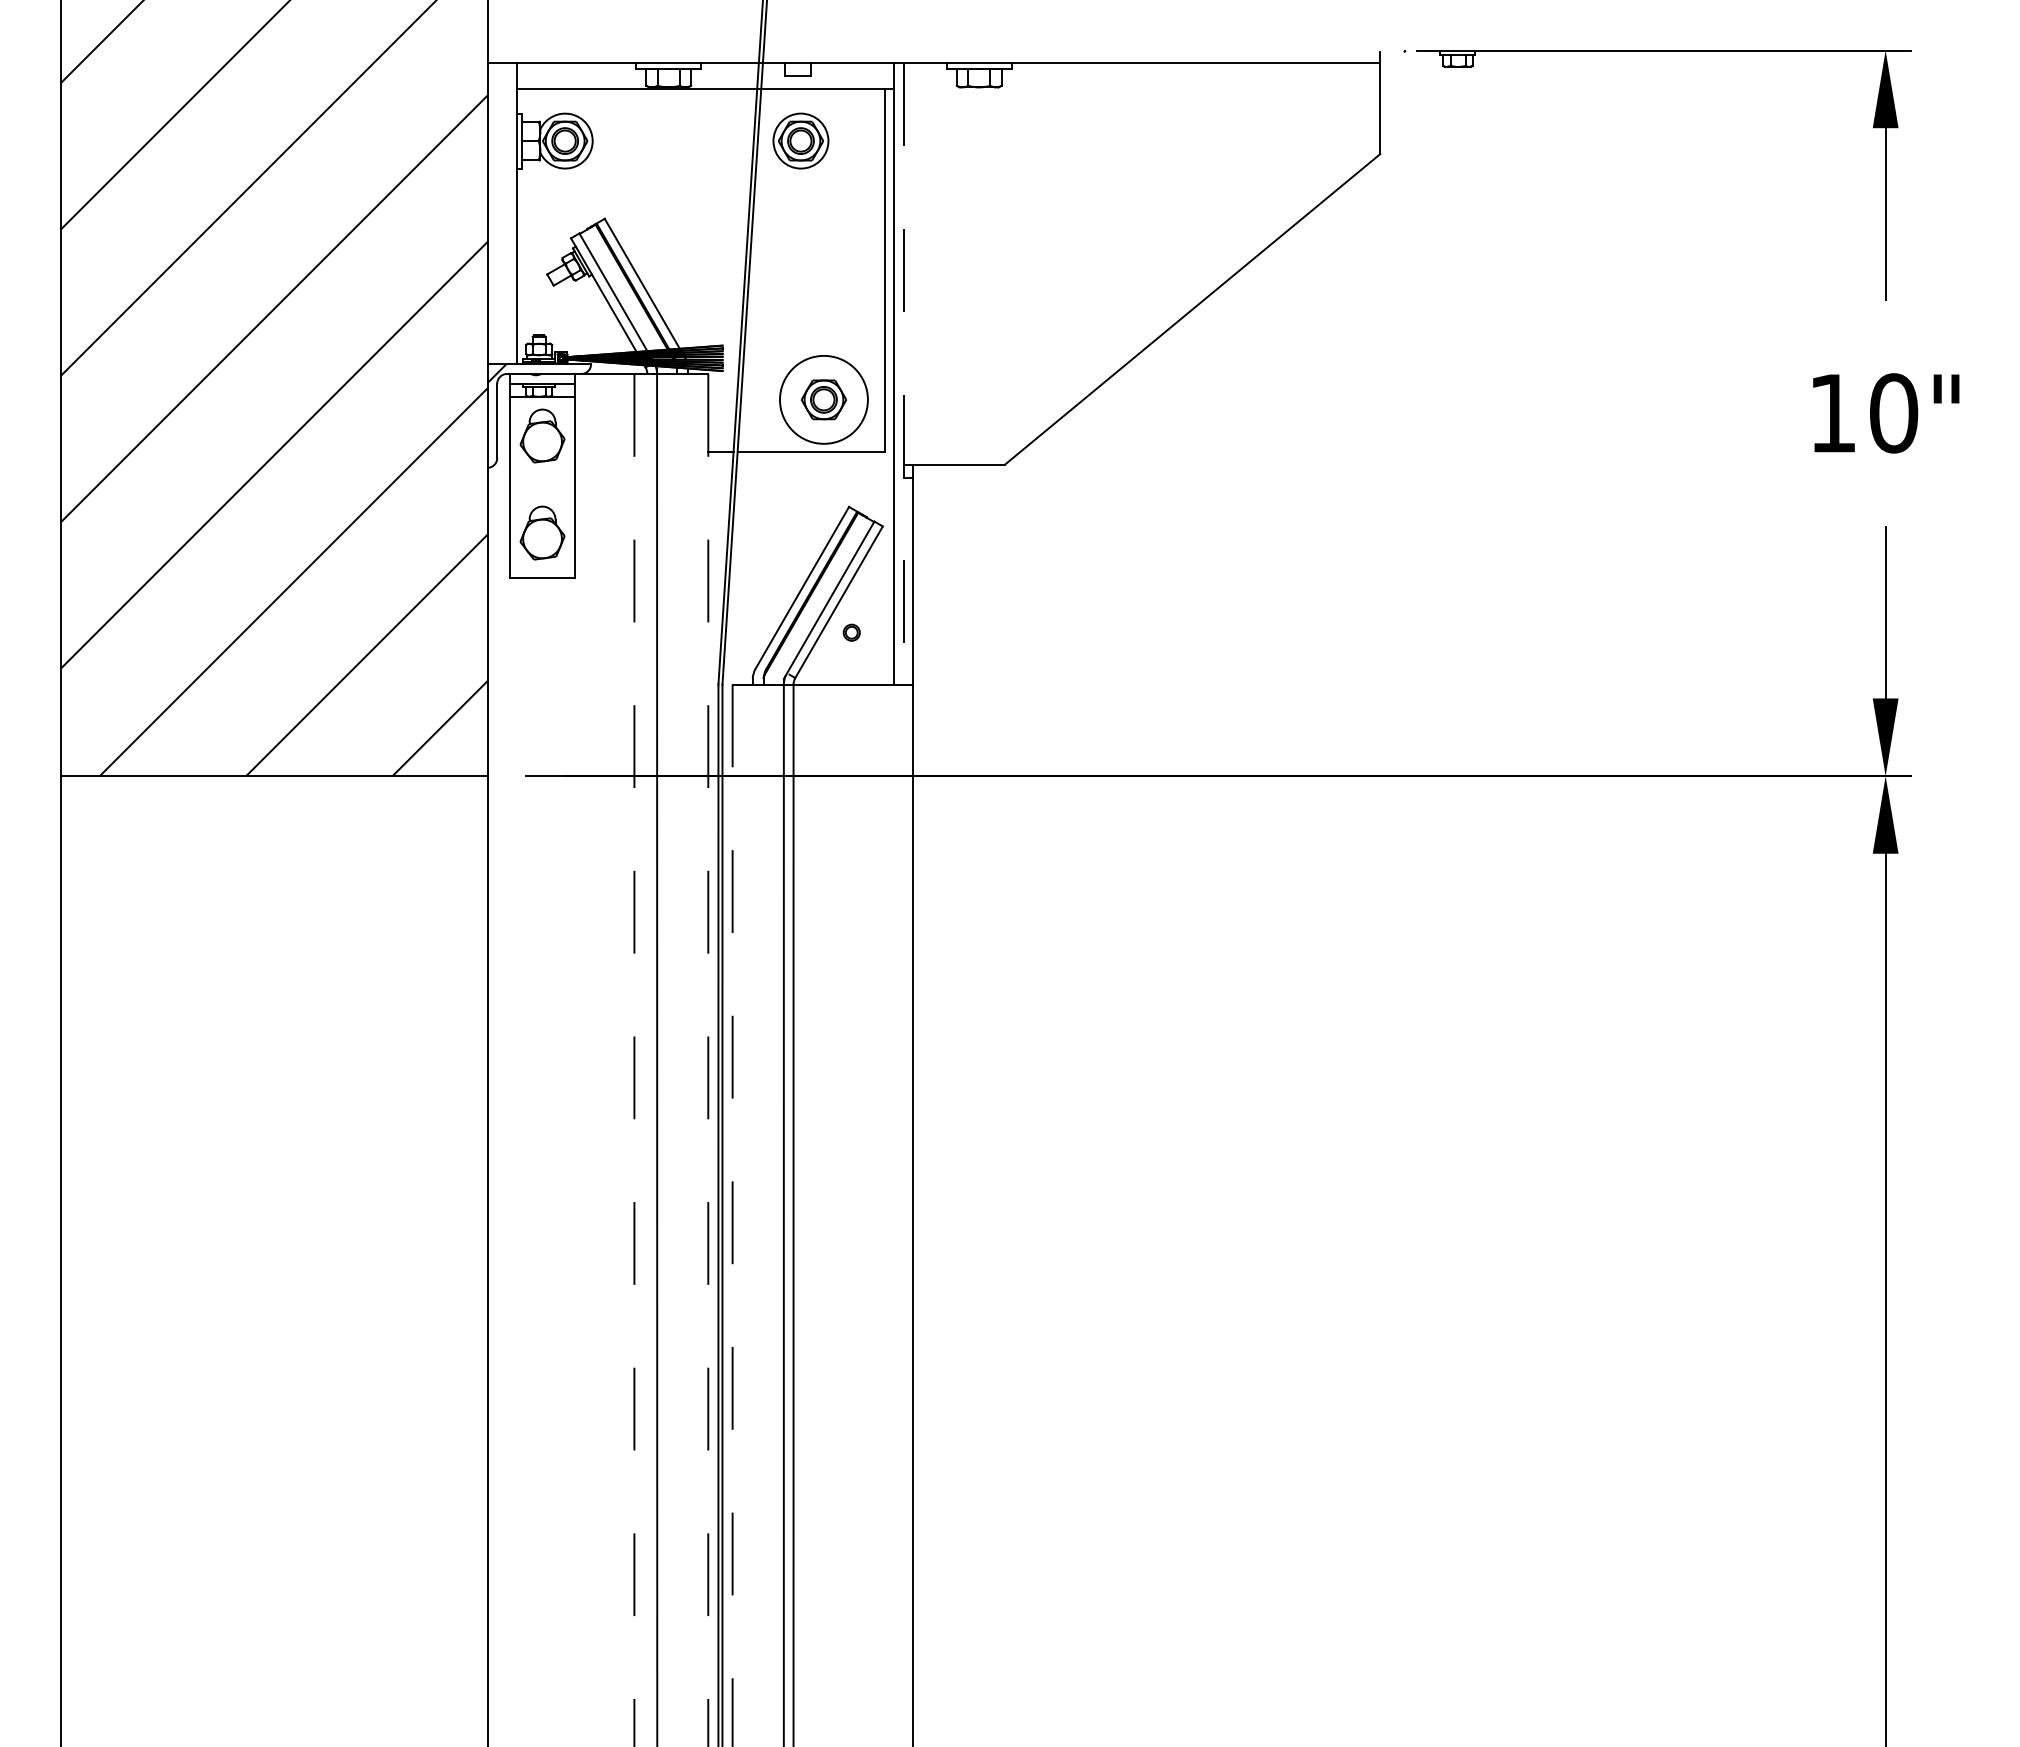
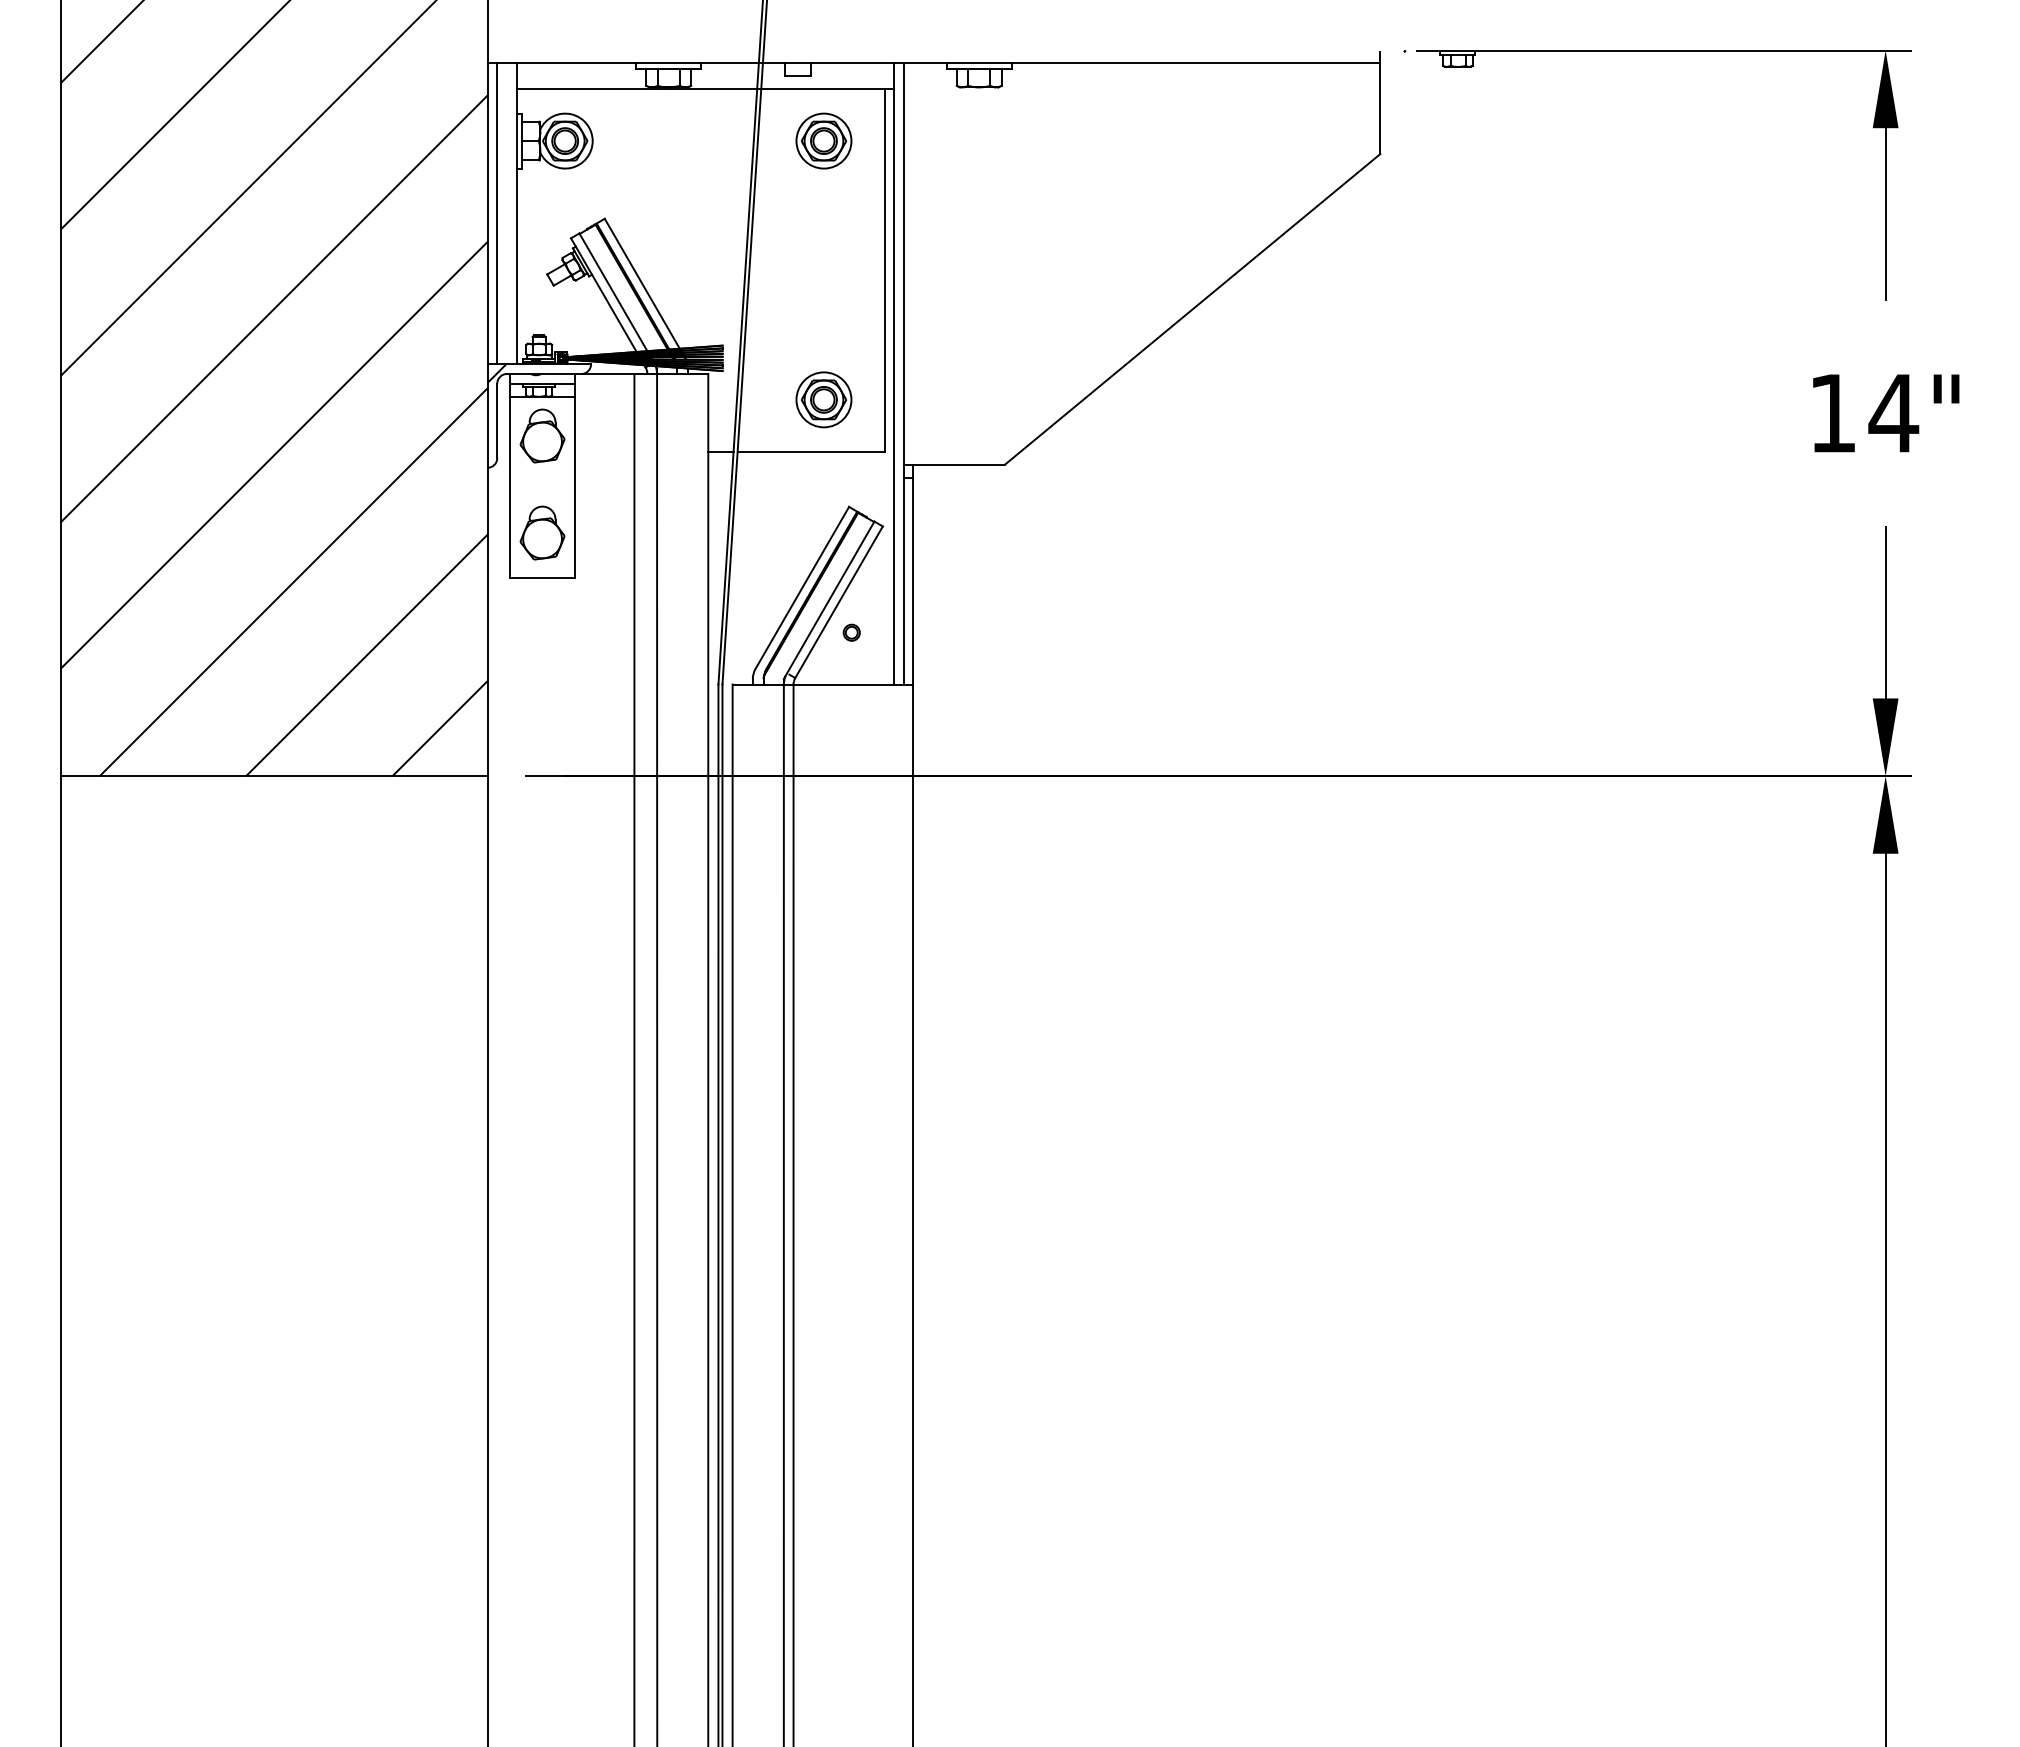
part at (800, 140) position: (800, 140) -> (823, 140)
line at (497, 213): none -> present
line at (903, 374): dashed -> solid
circle at (823, 399) diameter: 88 px -> 55 px
text at (1893, 413): 10" -> 14"
line at (634, 1060): dashed -> solid
line at (708, 1060): dashed -> solid
line at (732, 1215): dashed -> solid
